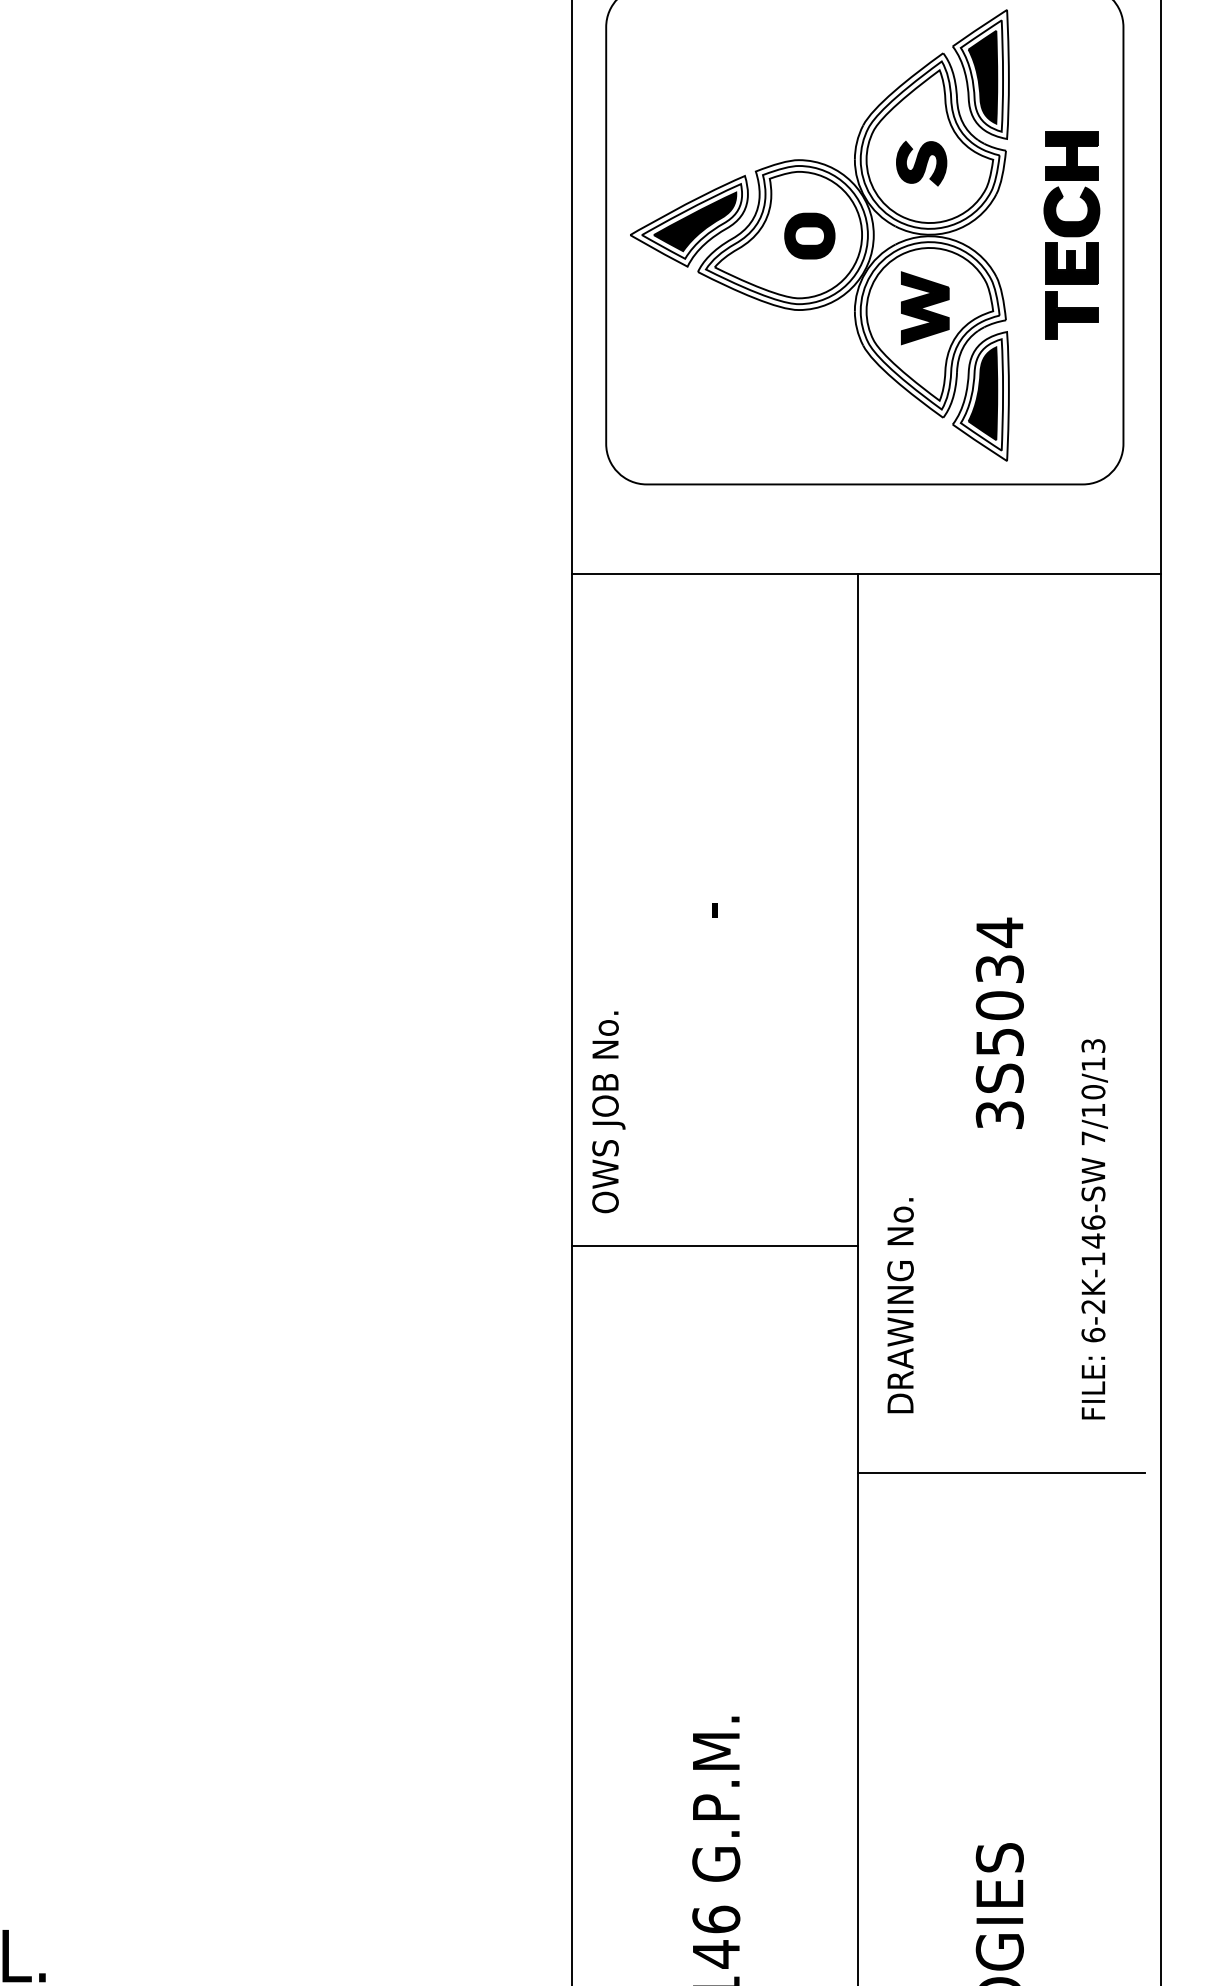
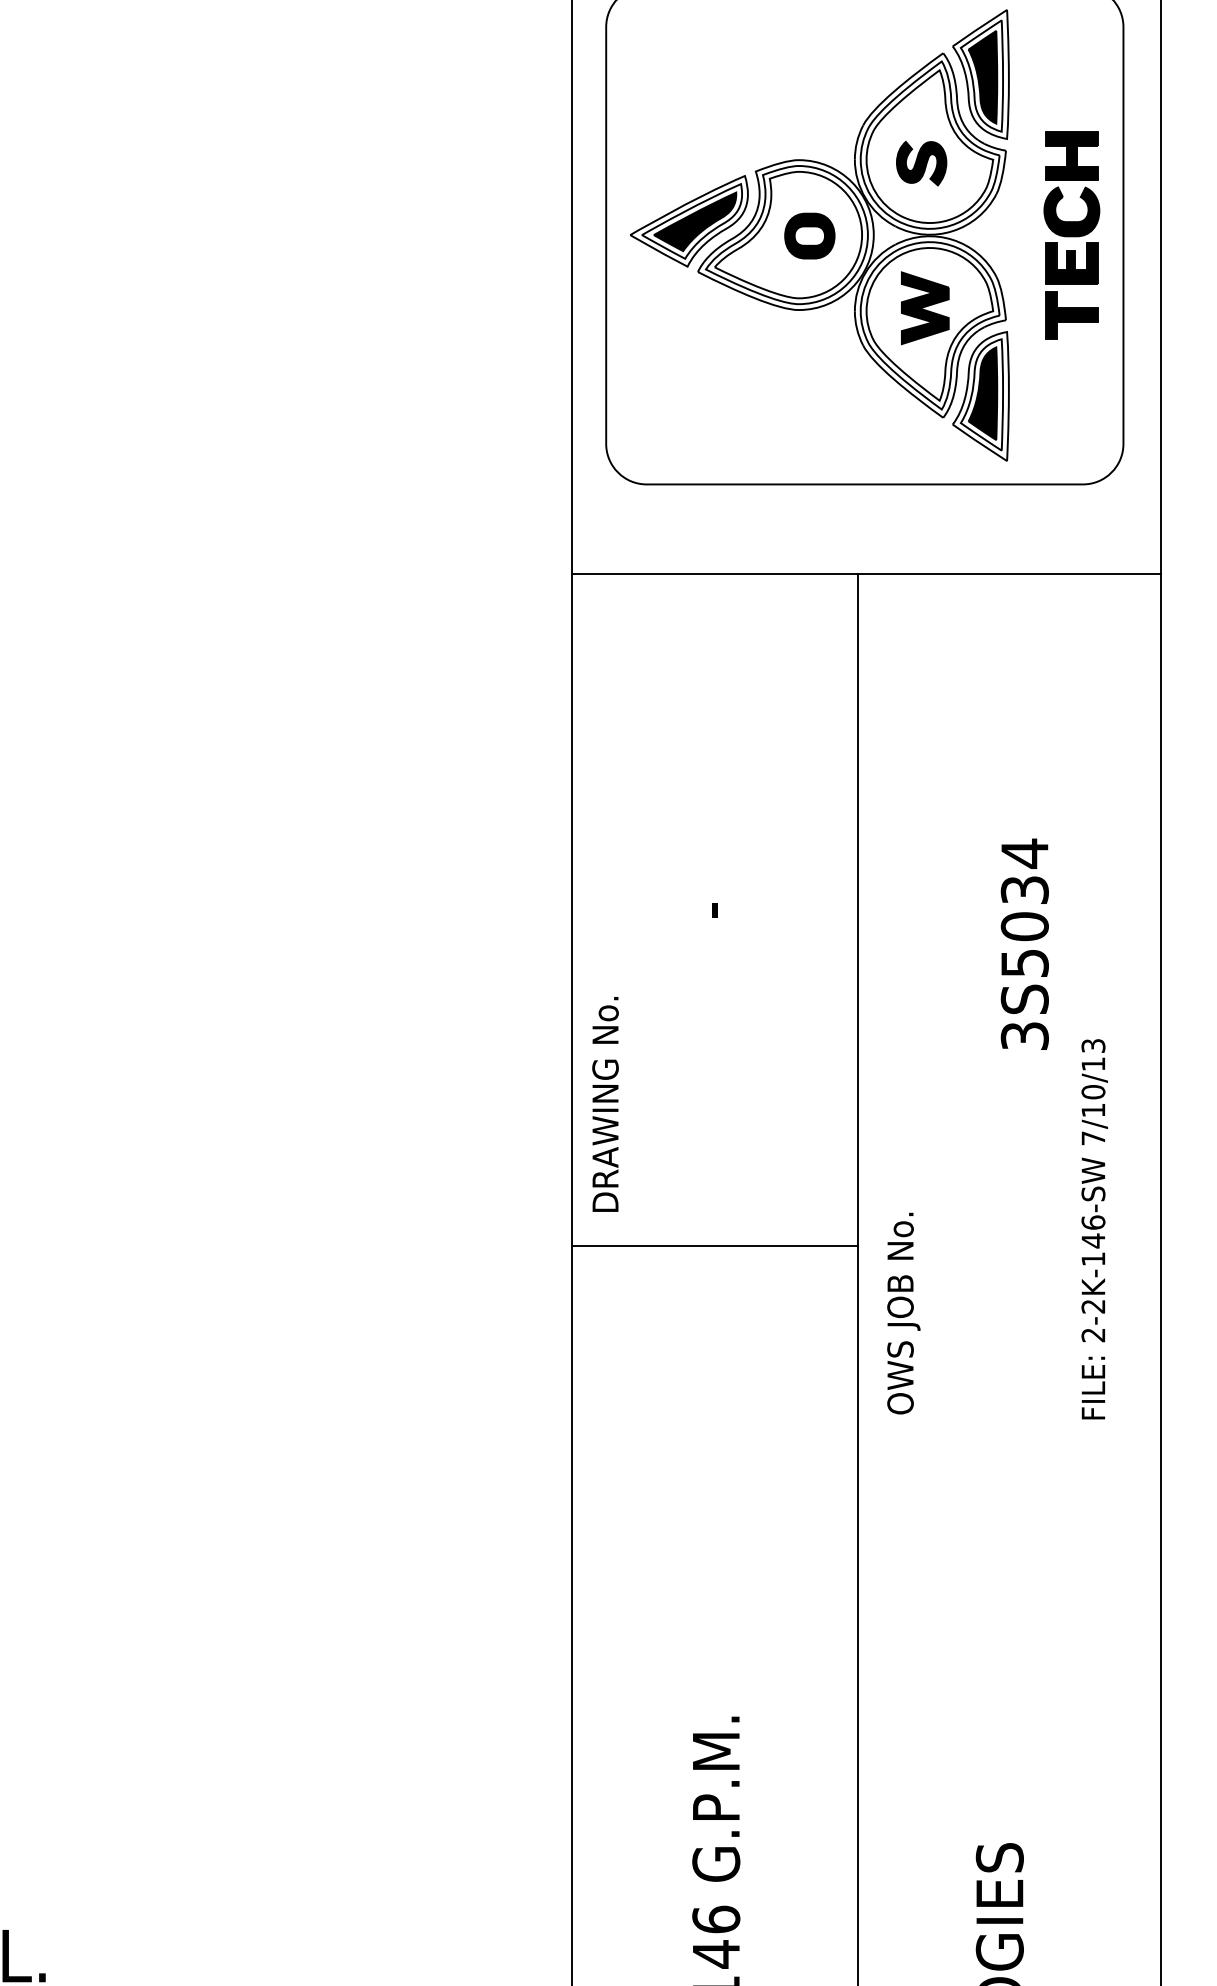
text at (999, 1022) position: (999, 1022) -> (1024, 943)
text at (608, 1105): OWS JOB No. -> DRAWING No.
text at (903, 1306): DRAWING No. -> OWS JOB No.
text at (1093, 1335): 6-2K-146-SW -> 2-2K-146-SW
line at (1001, 1473): present -> none
